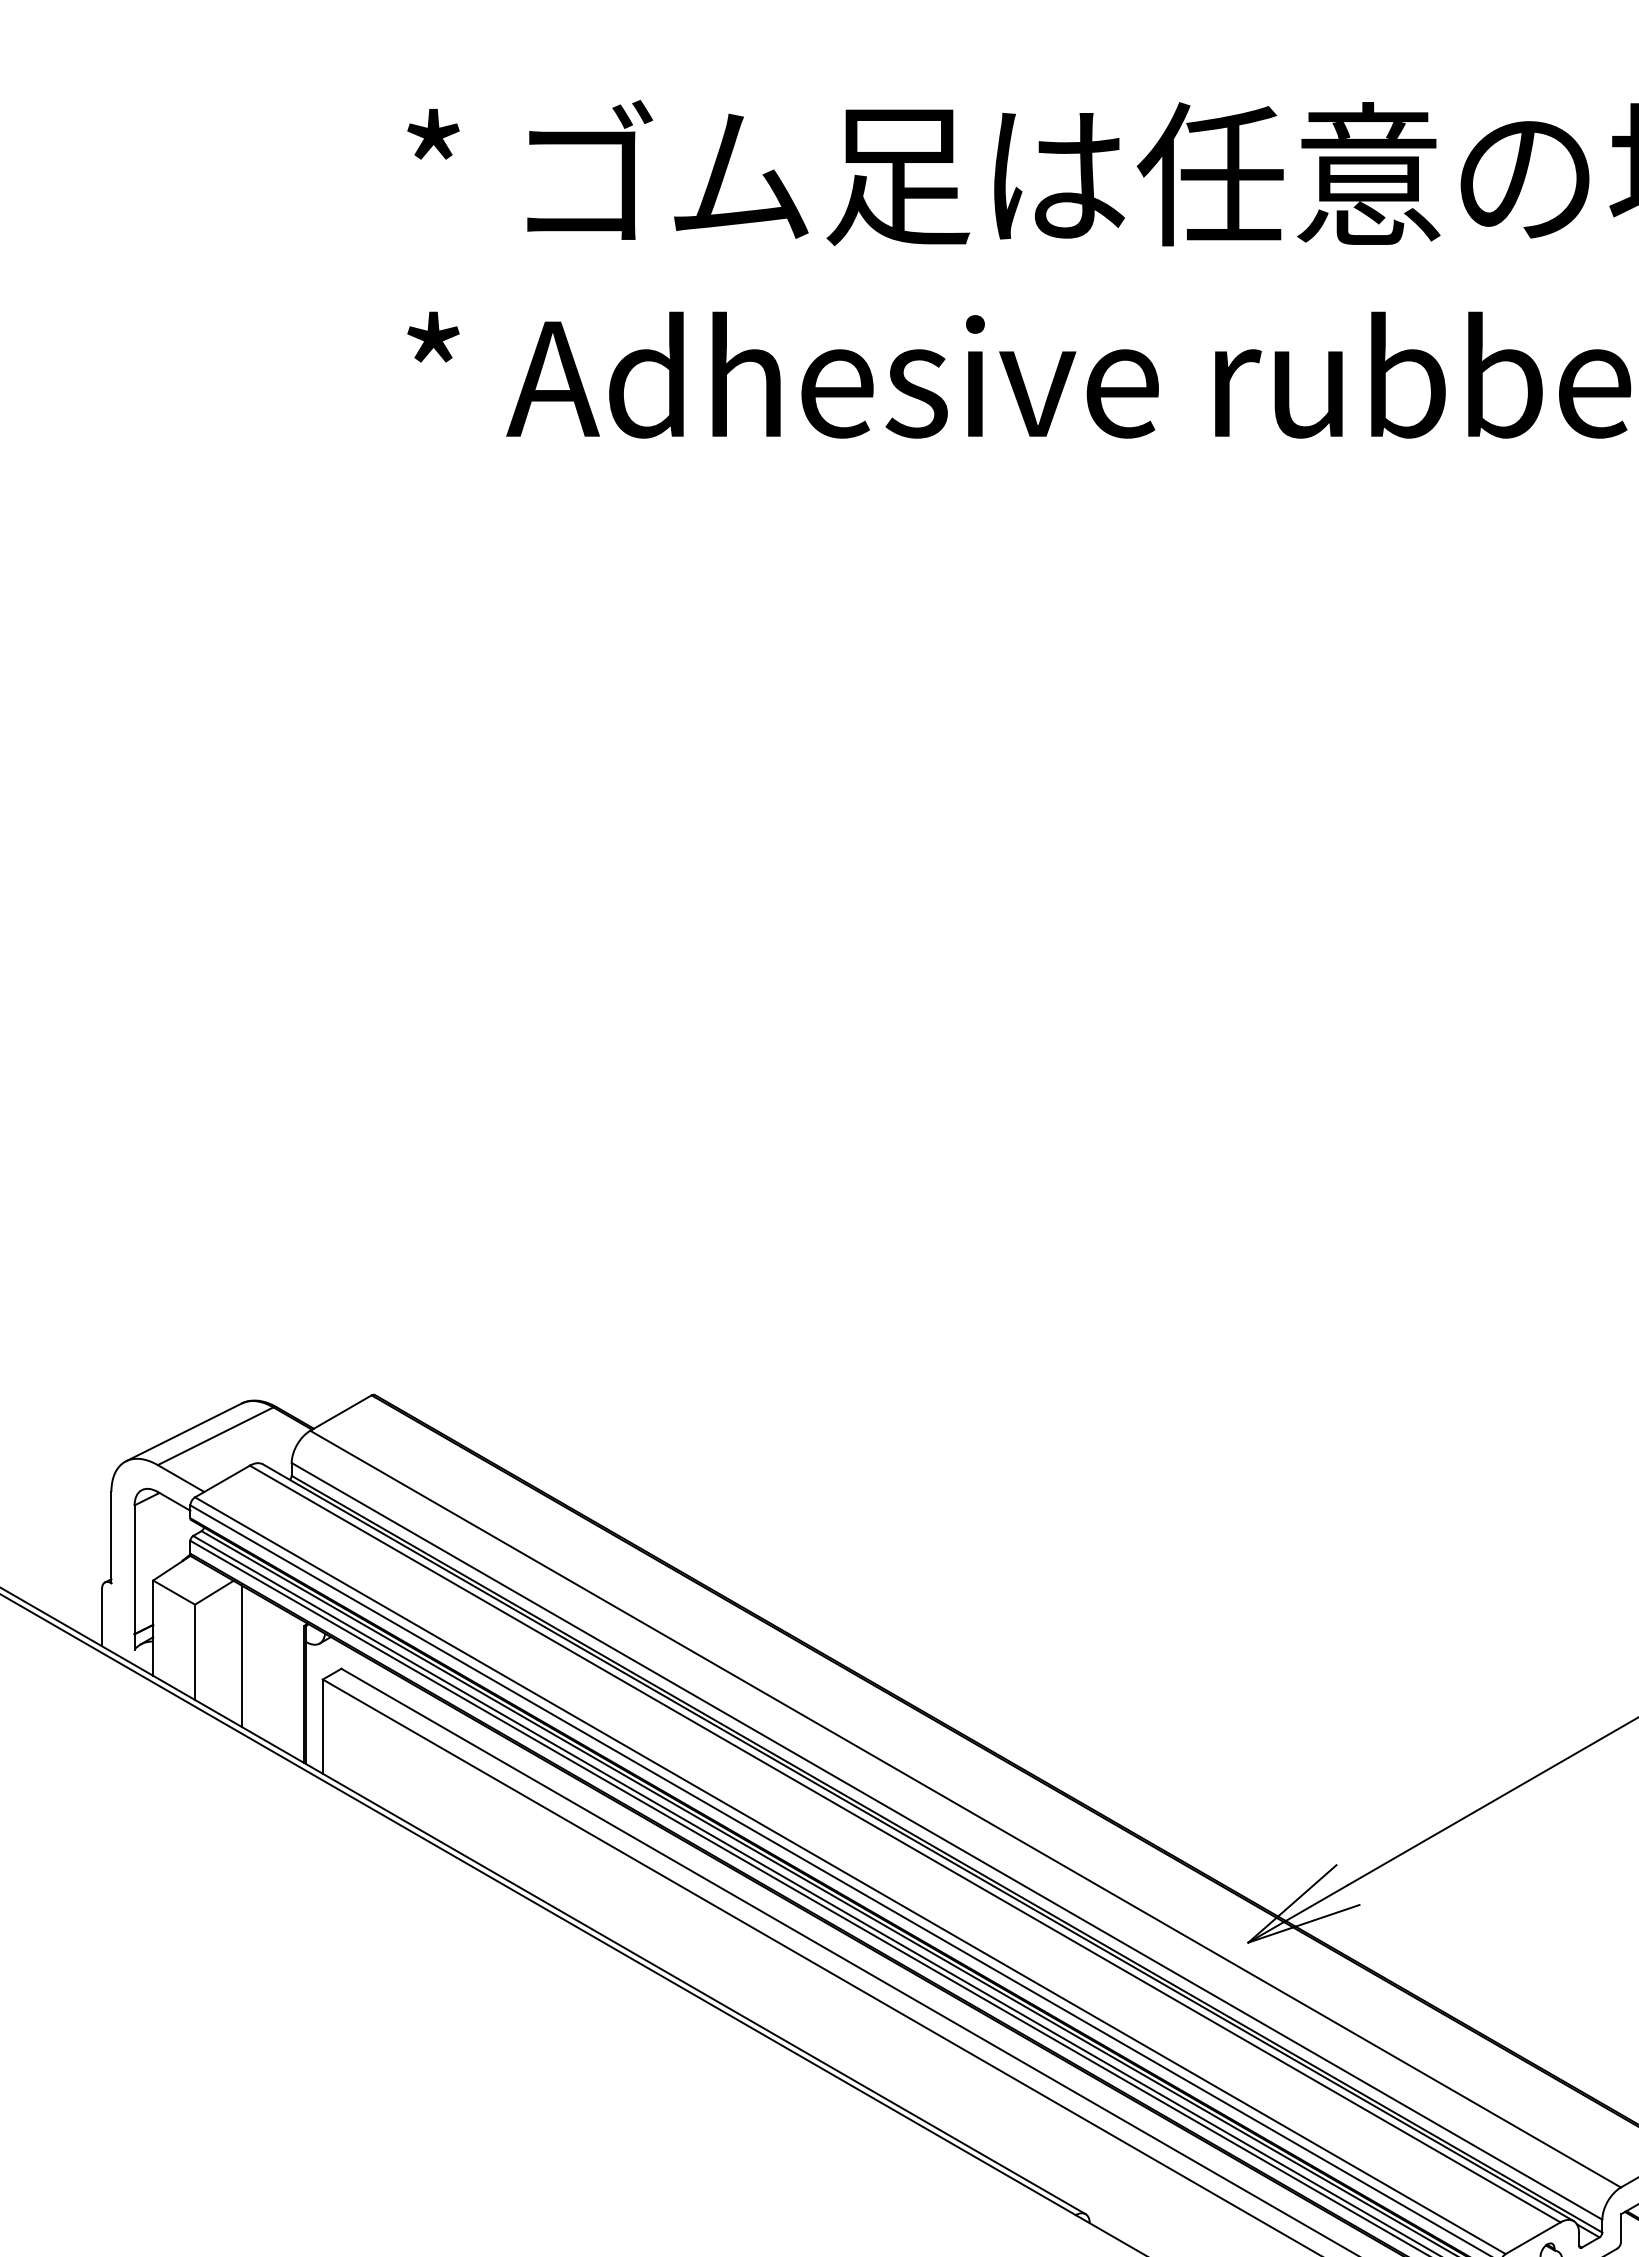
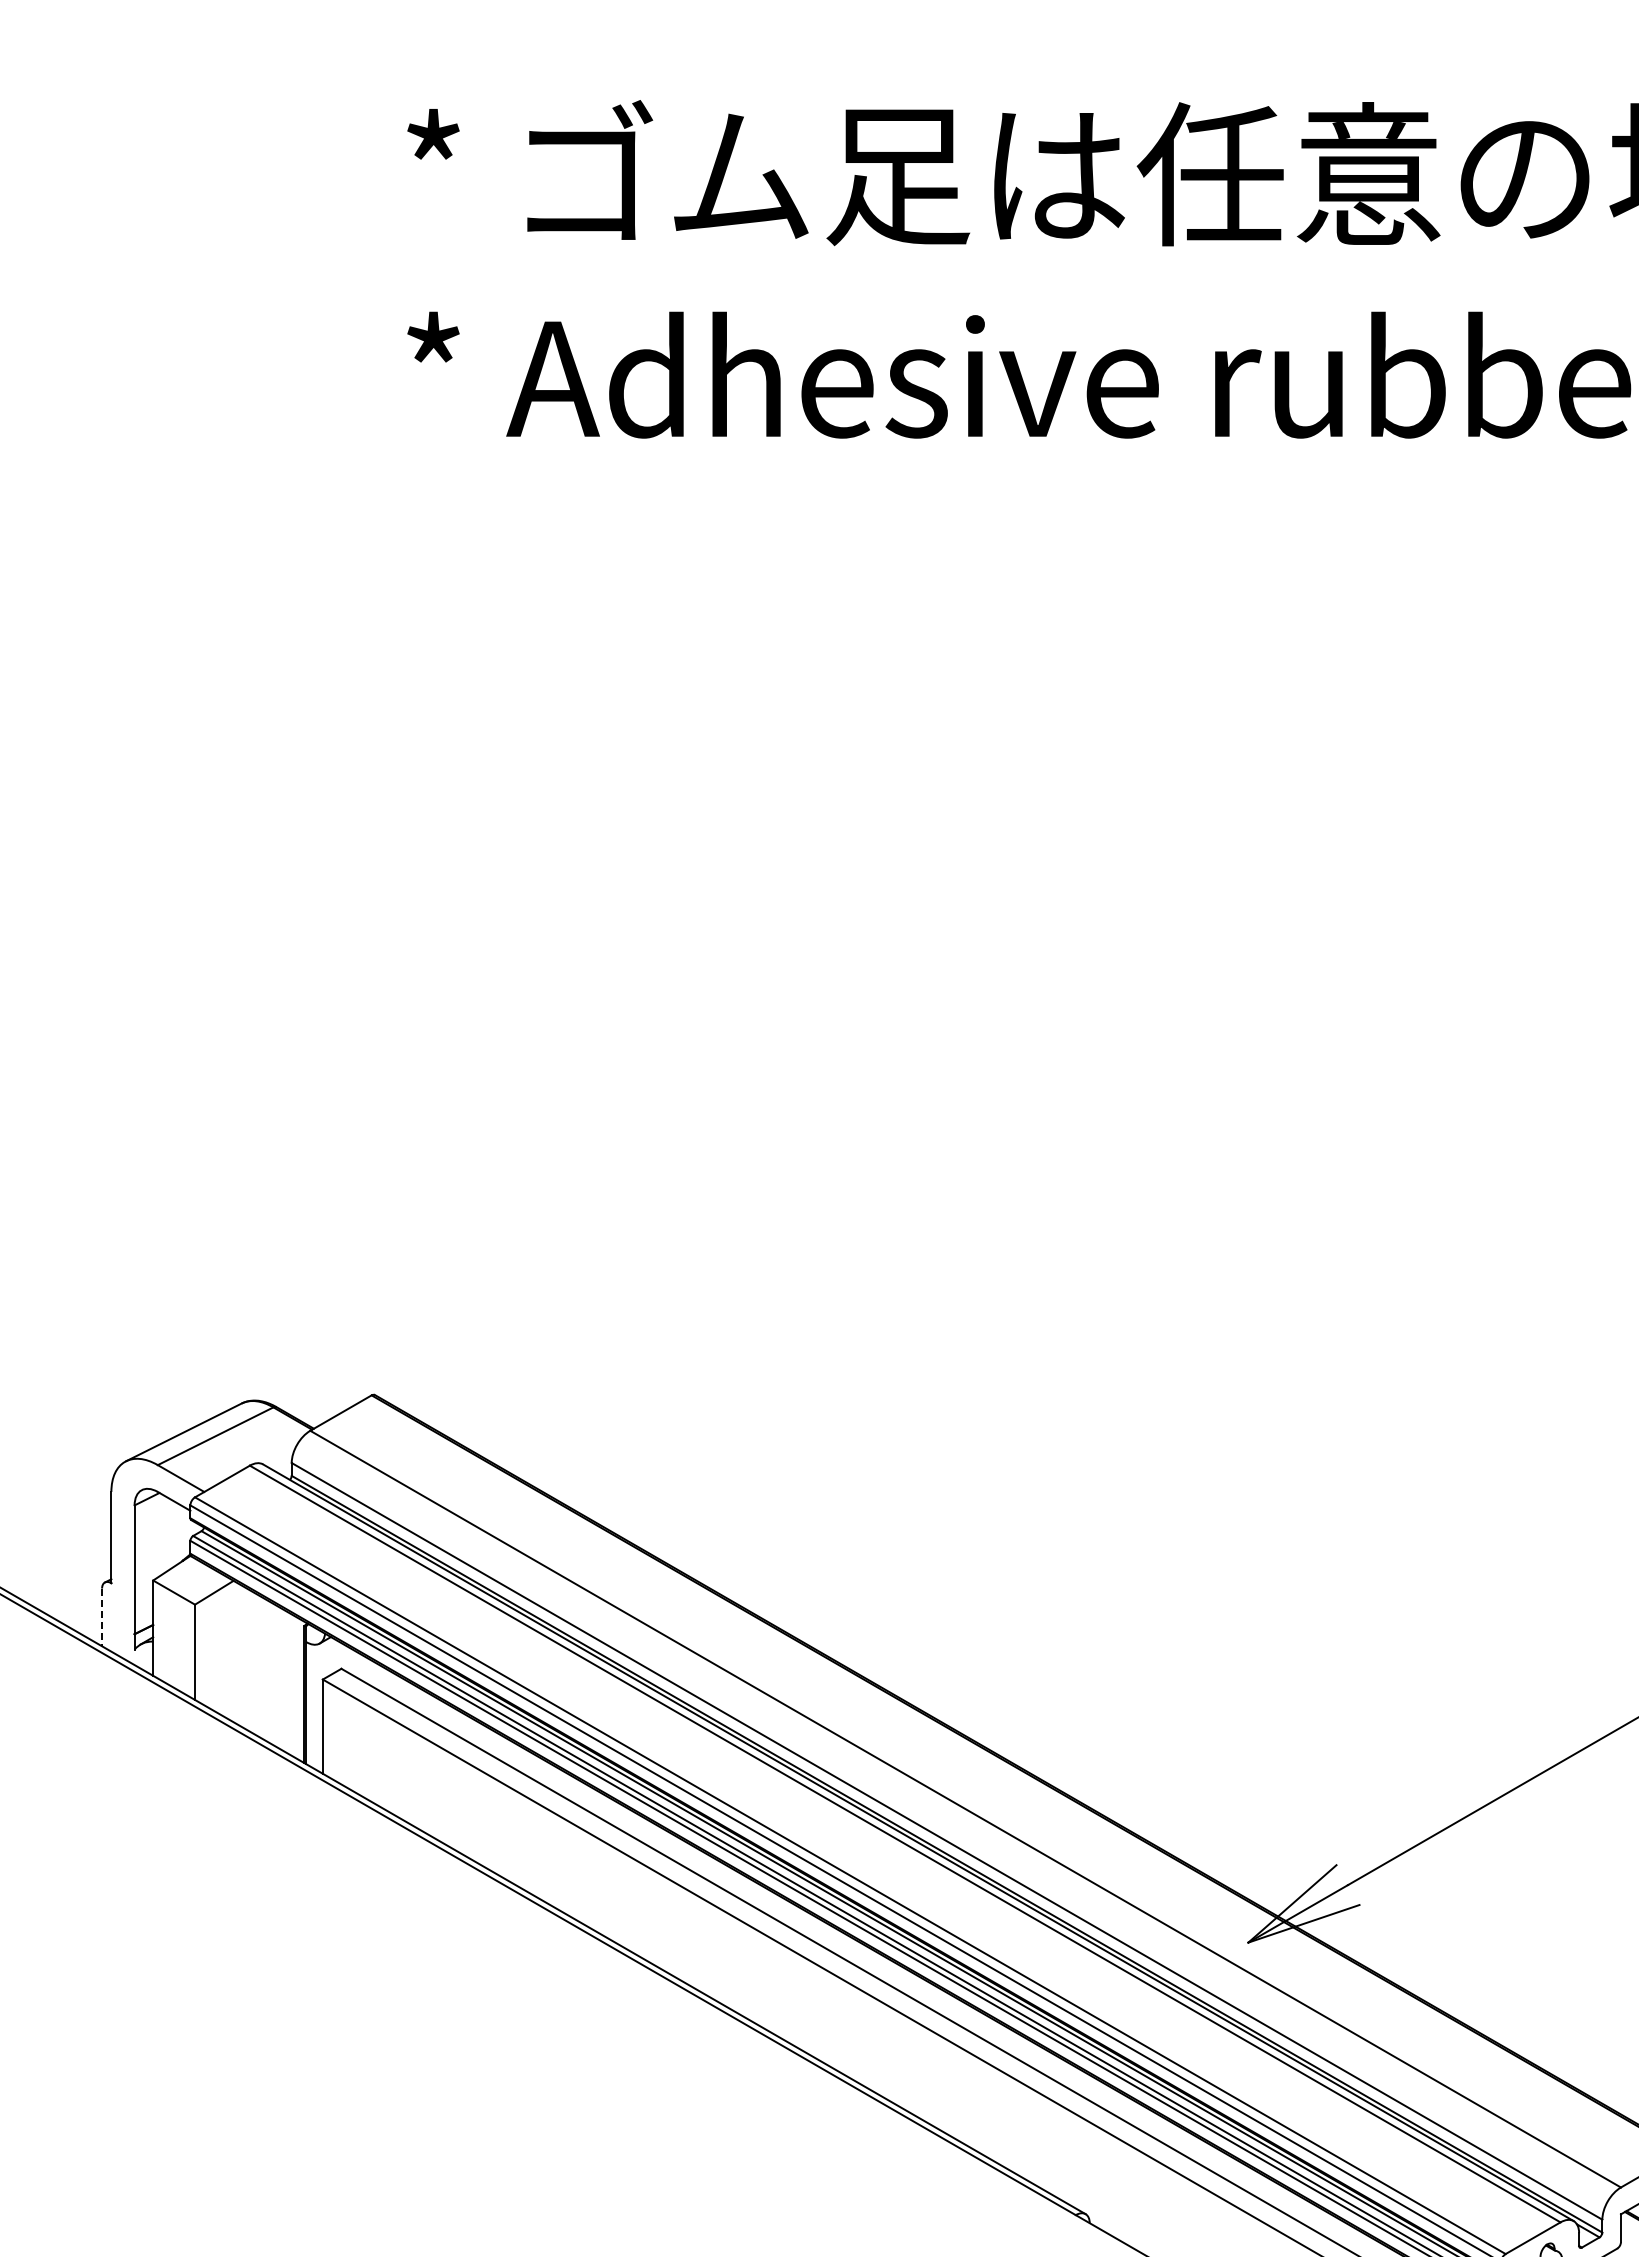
line at (102, 1617): solid -> dashed
line at (241, 1655): present -> none
